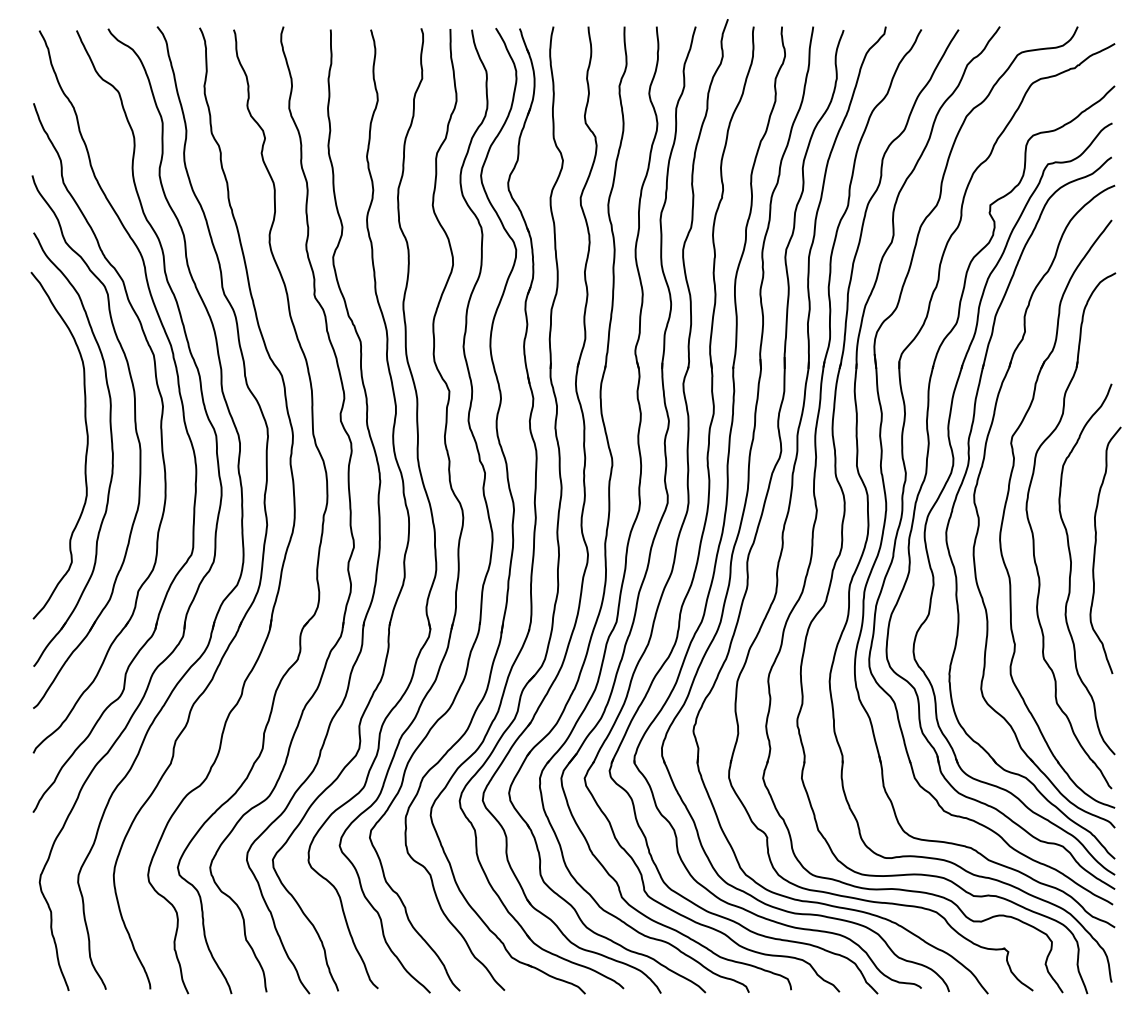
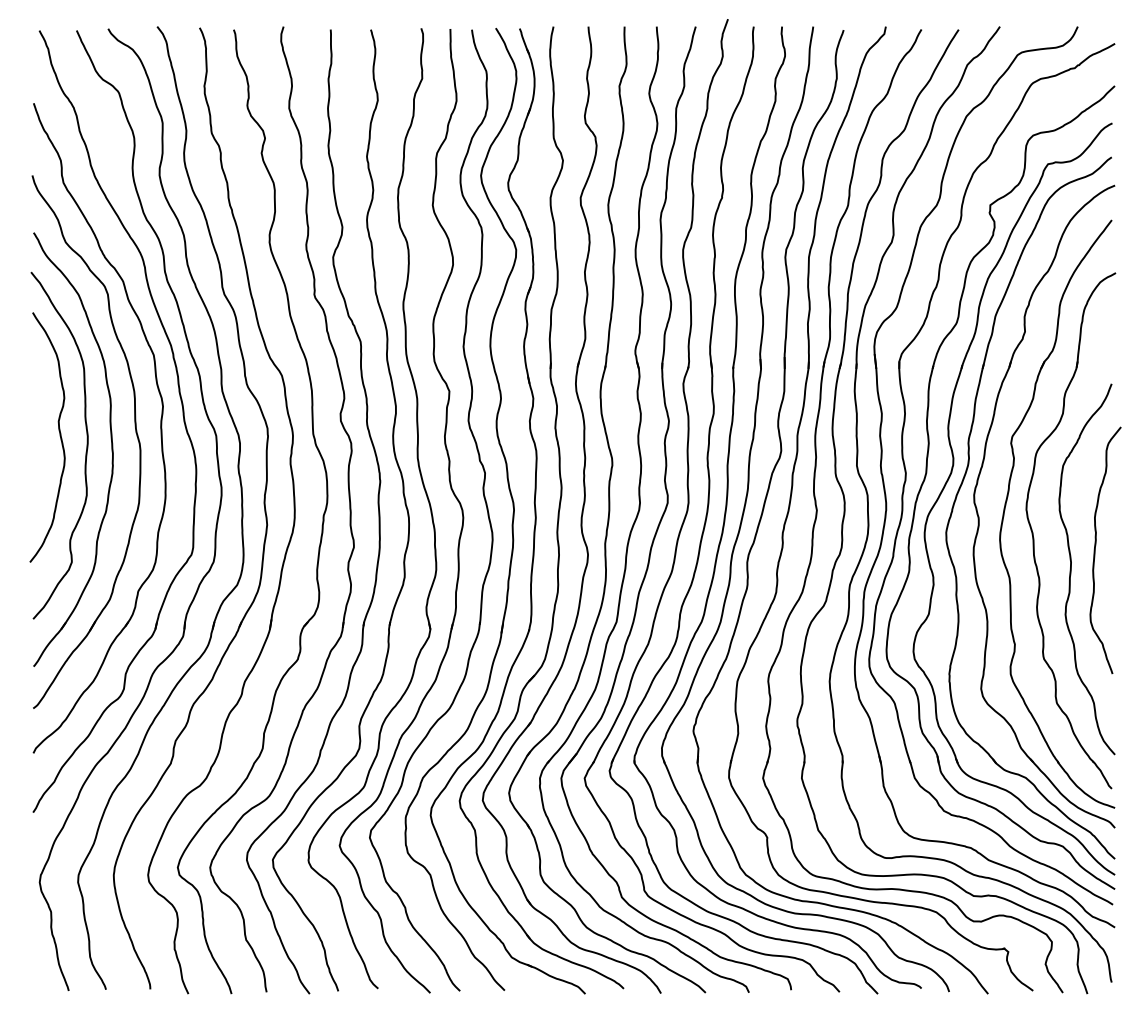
curve at (59, 436): none -> present
